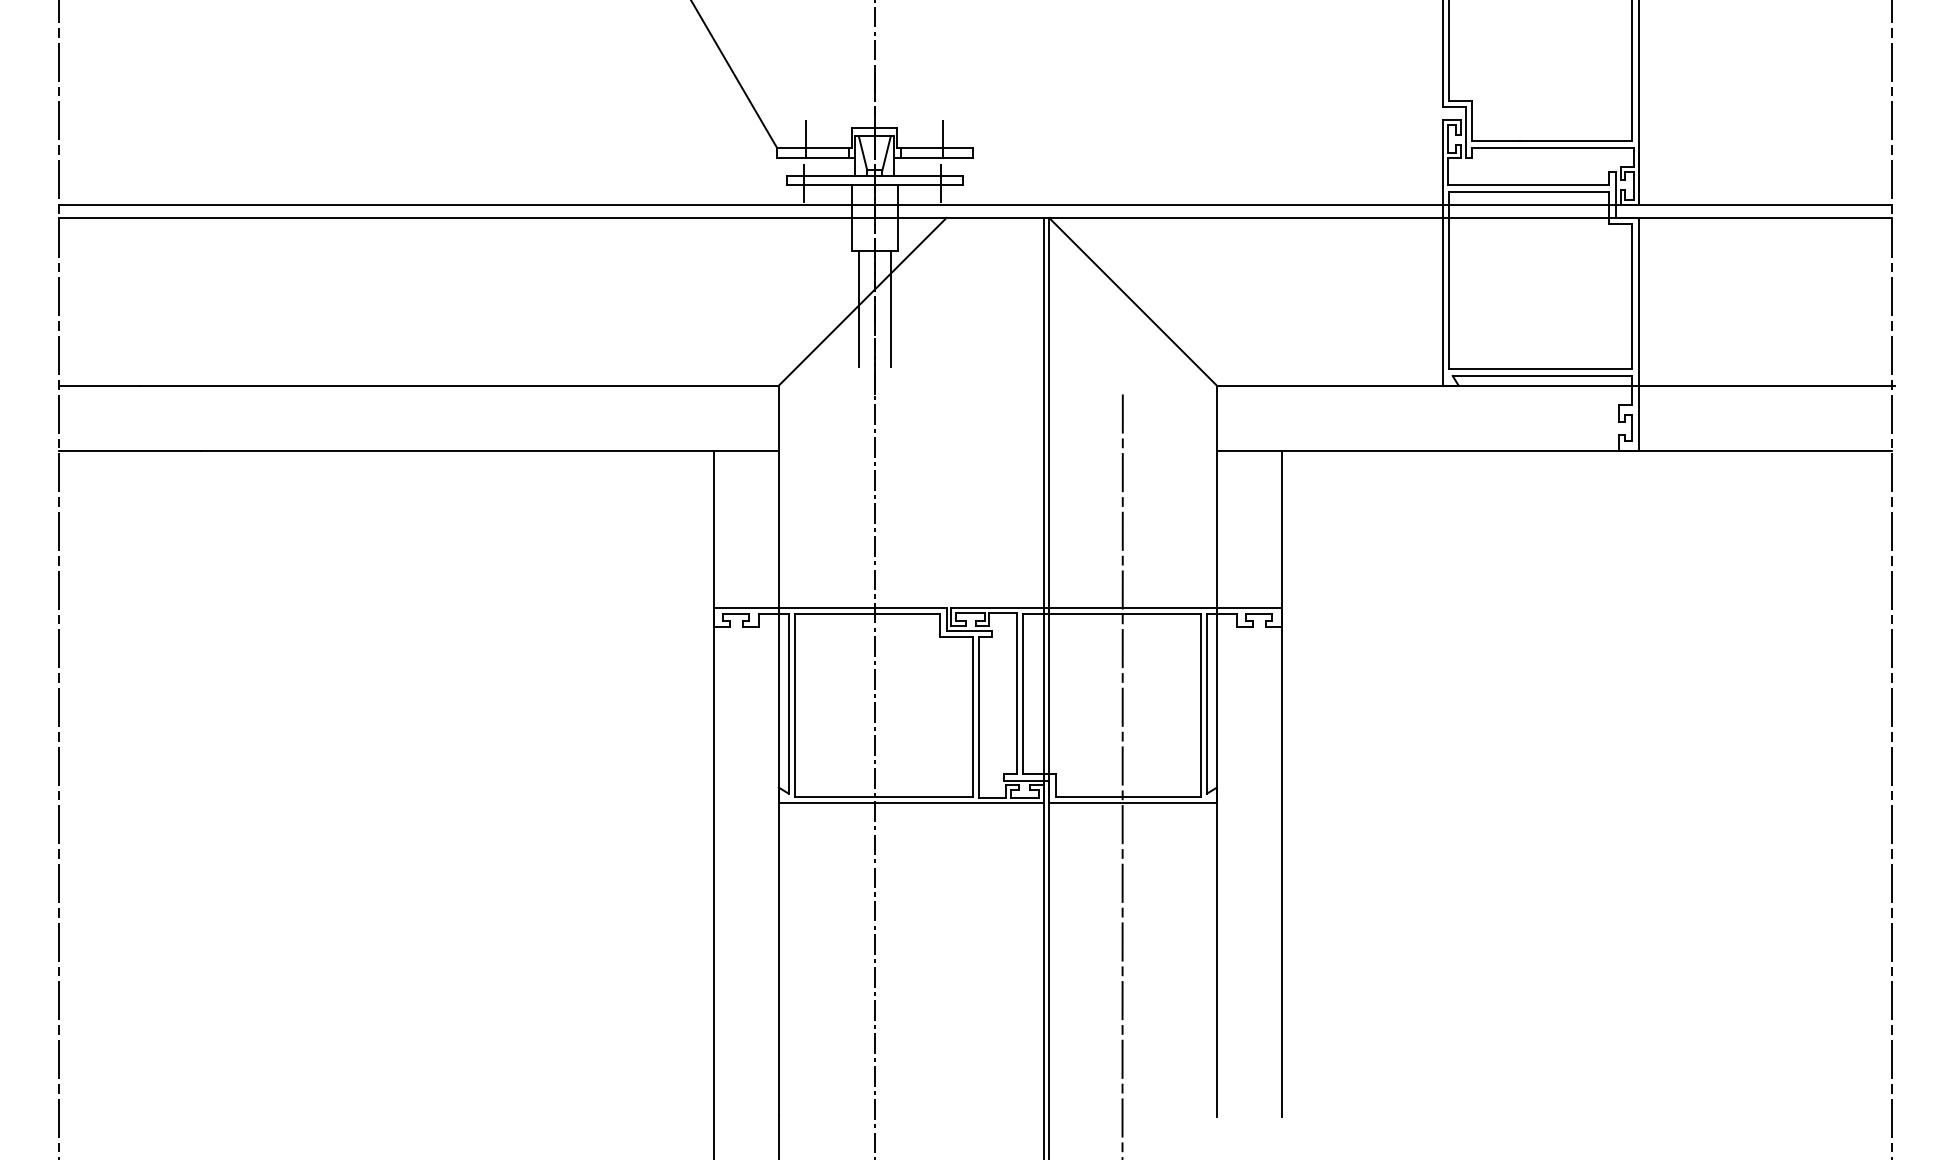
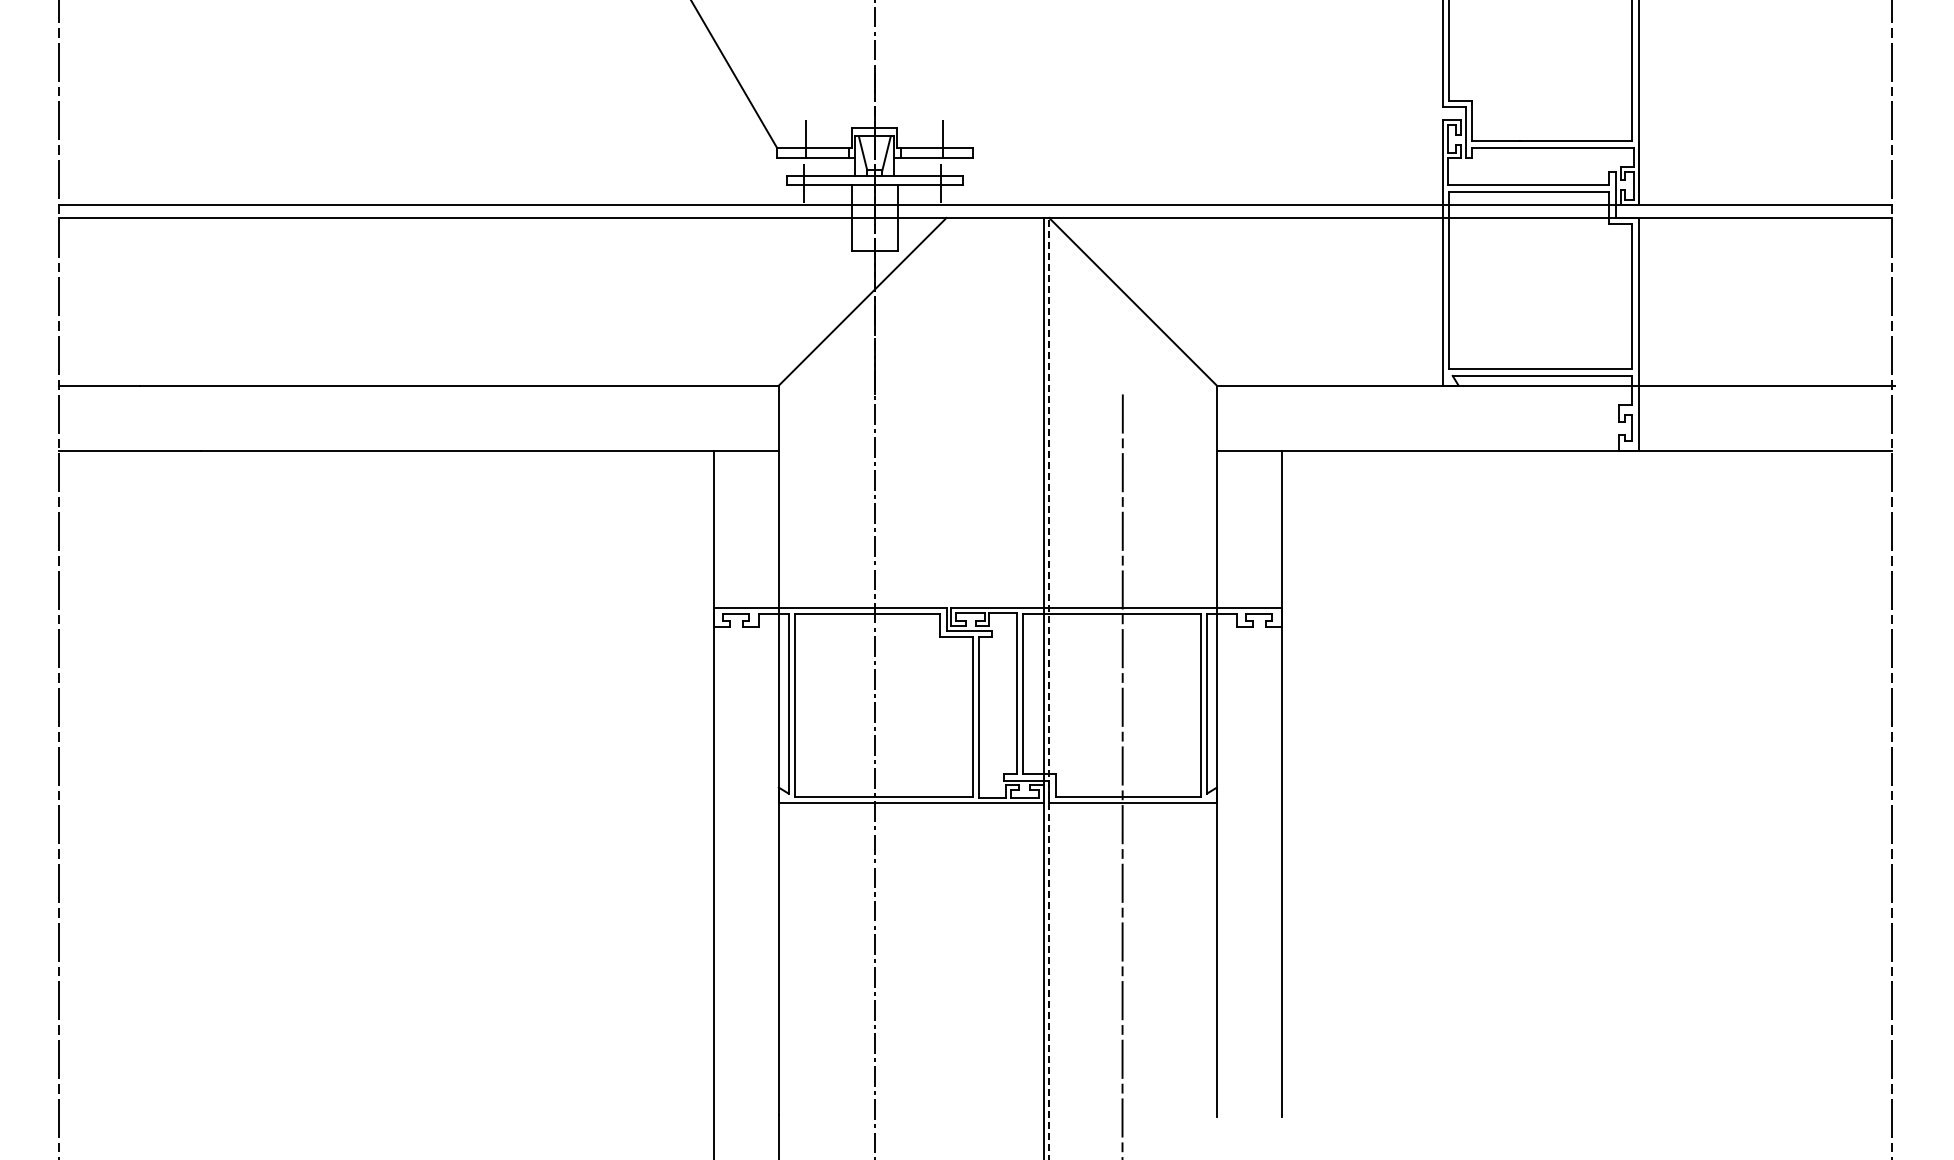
line at (858, 308): present -> none
line at (891, 308): present -> none
line at (1049, 688): solid -> dashed
